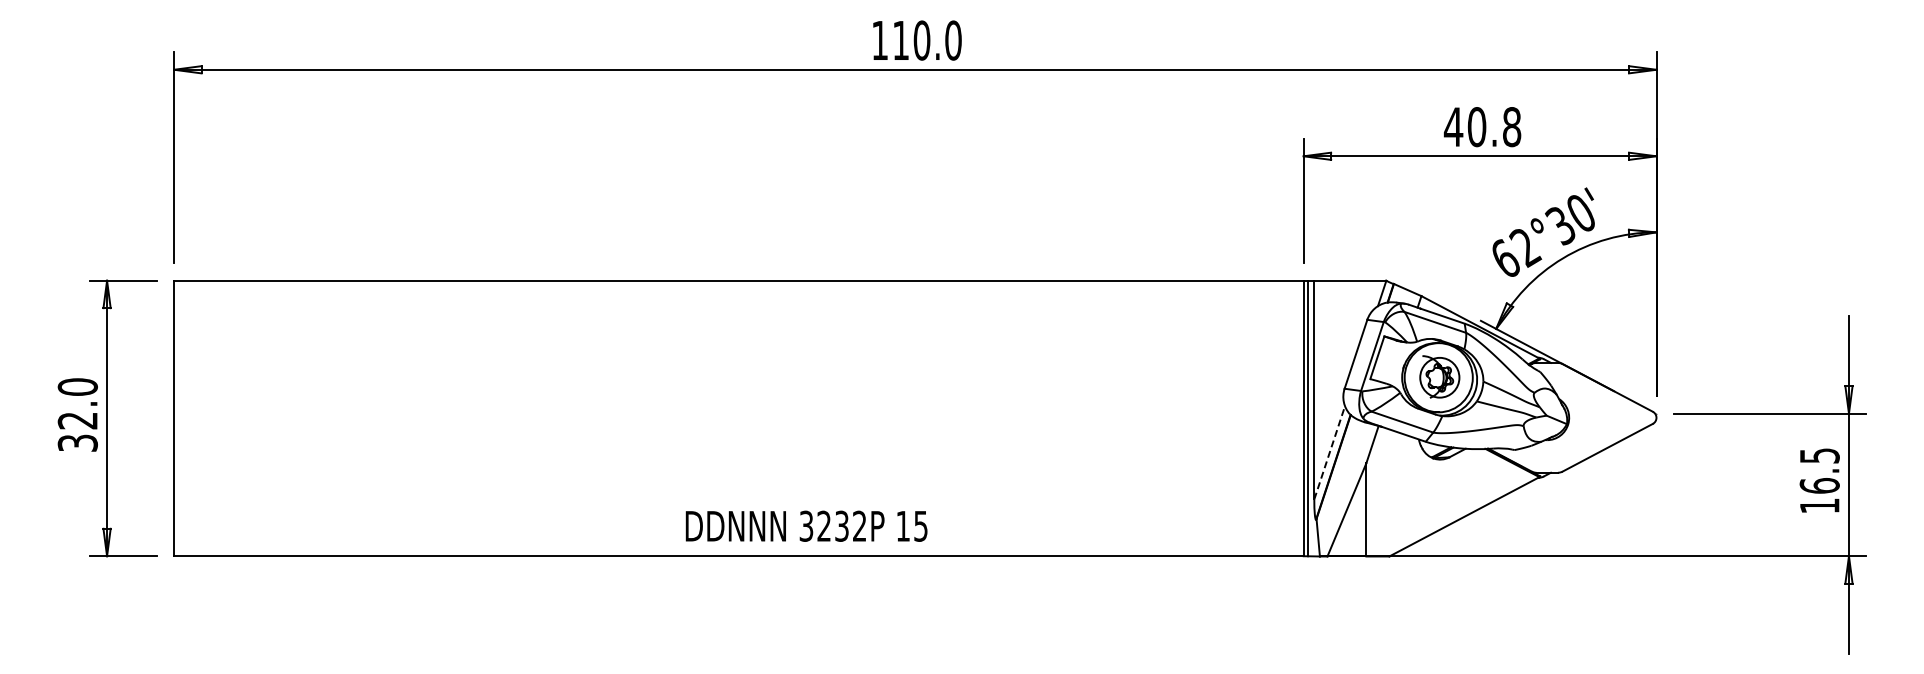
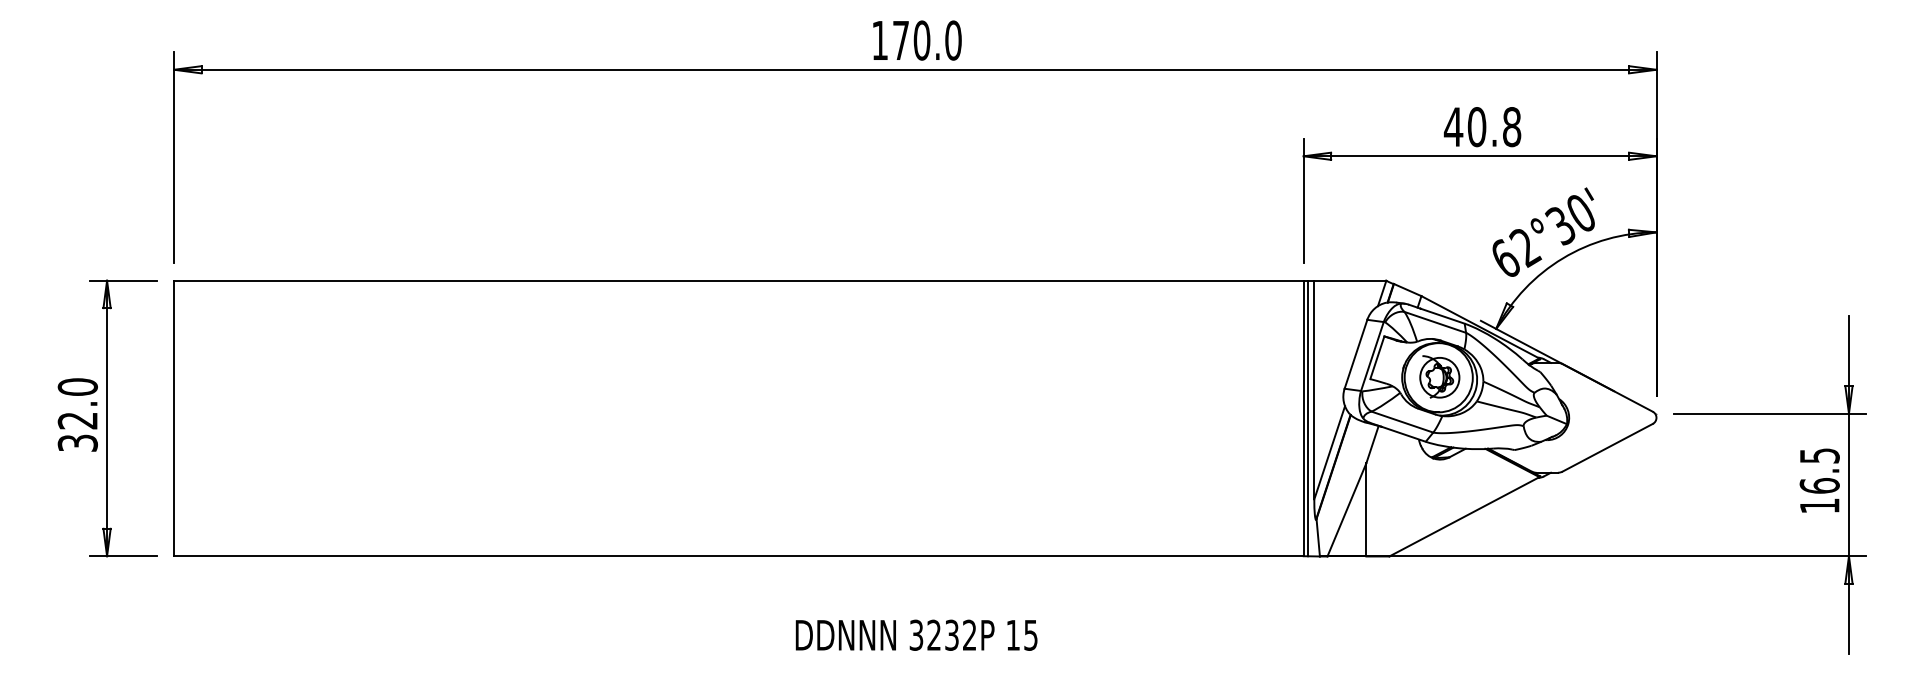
text at (900, 40): 110.0 -> 170.0
line at (1329, 452): dashed -> solid
text at (806, 525) position: (806, 525) -> (916, 634)
